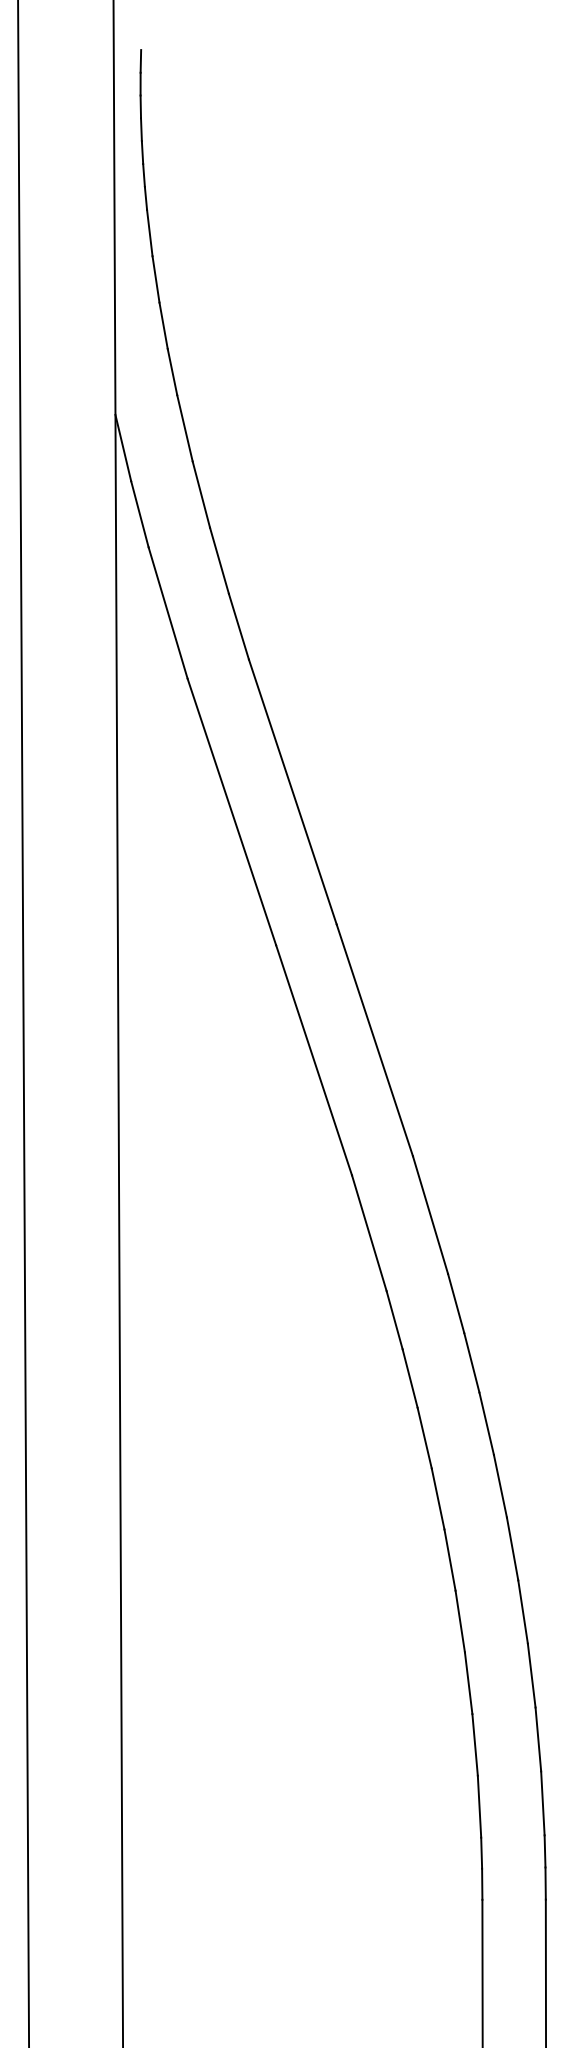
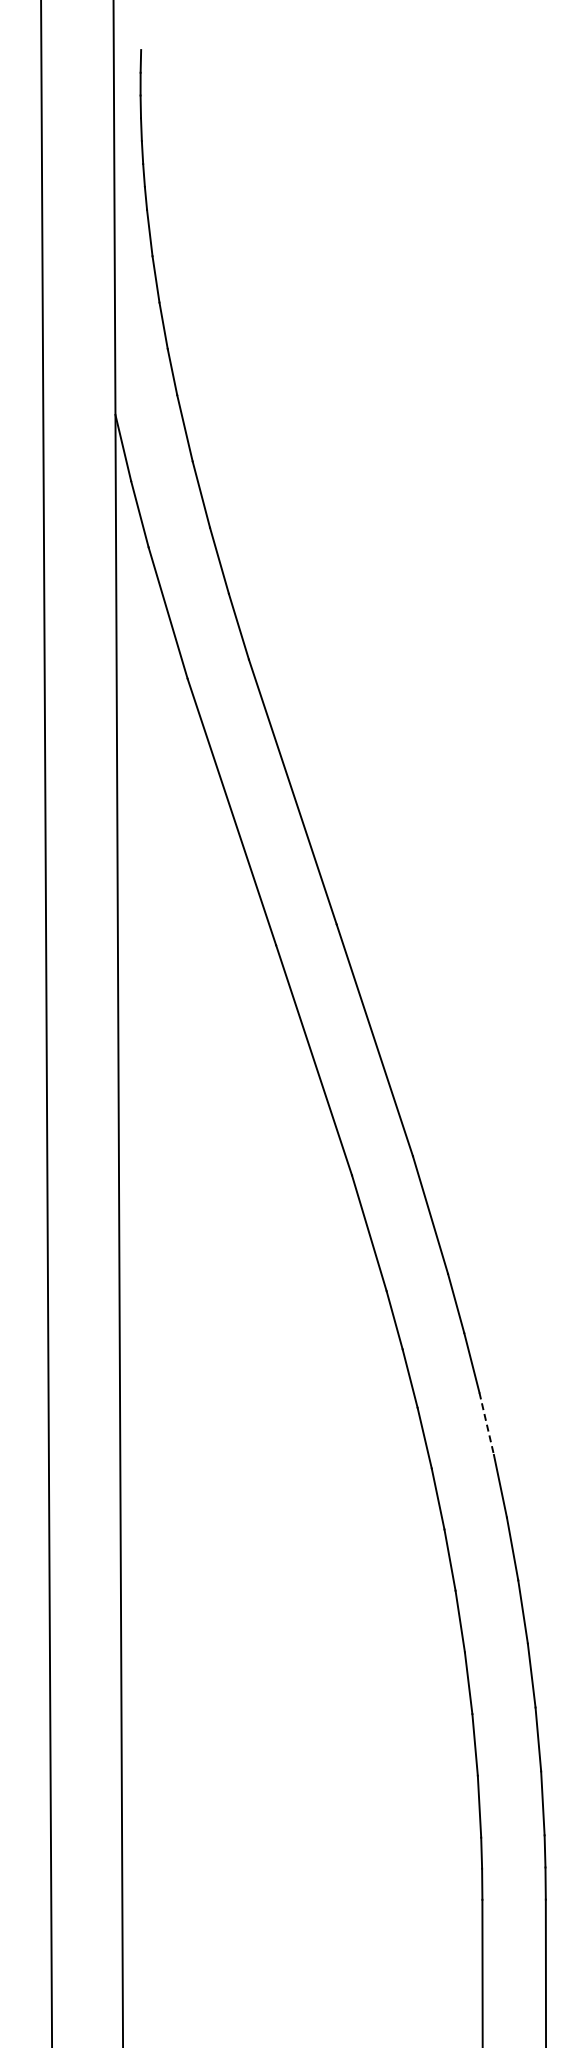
line at (23, 1023) position: (23, 1023) -> (46, 1023)
line at (486, 1424): solid -> dashed
